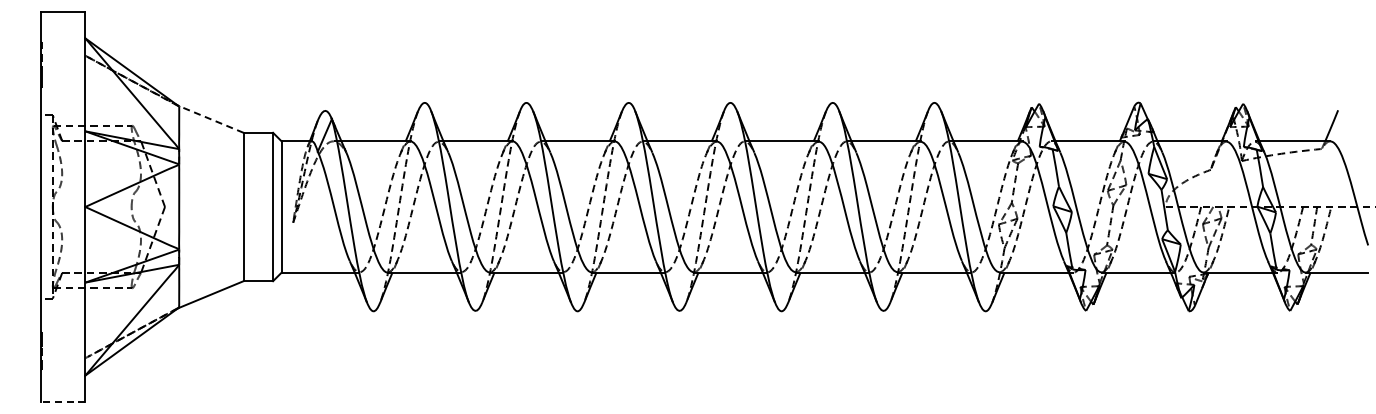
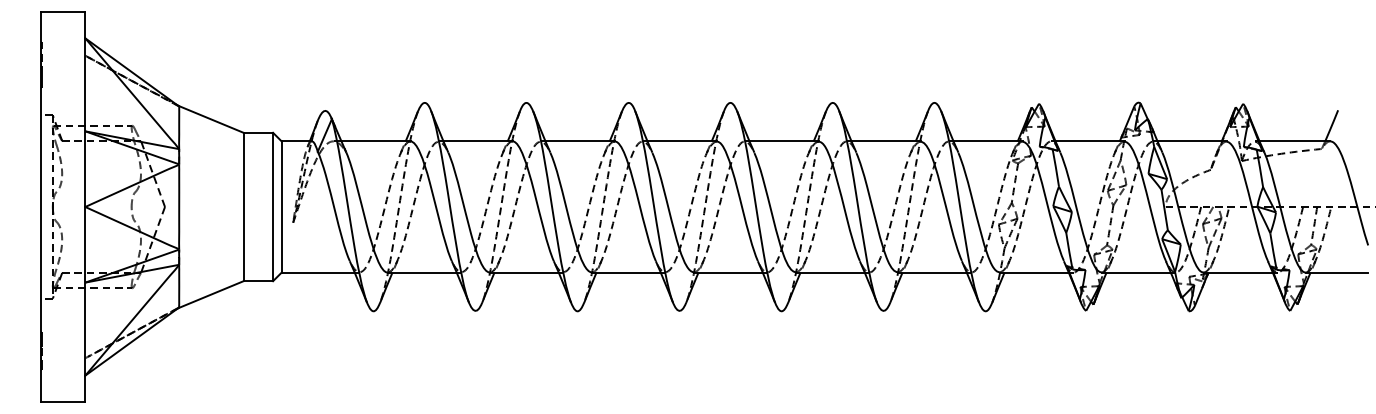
line at (211, 119): dashed -> solid
line at (62, 401): dashed -> solid
